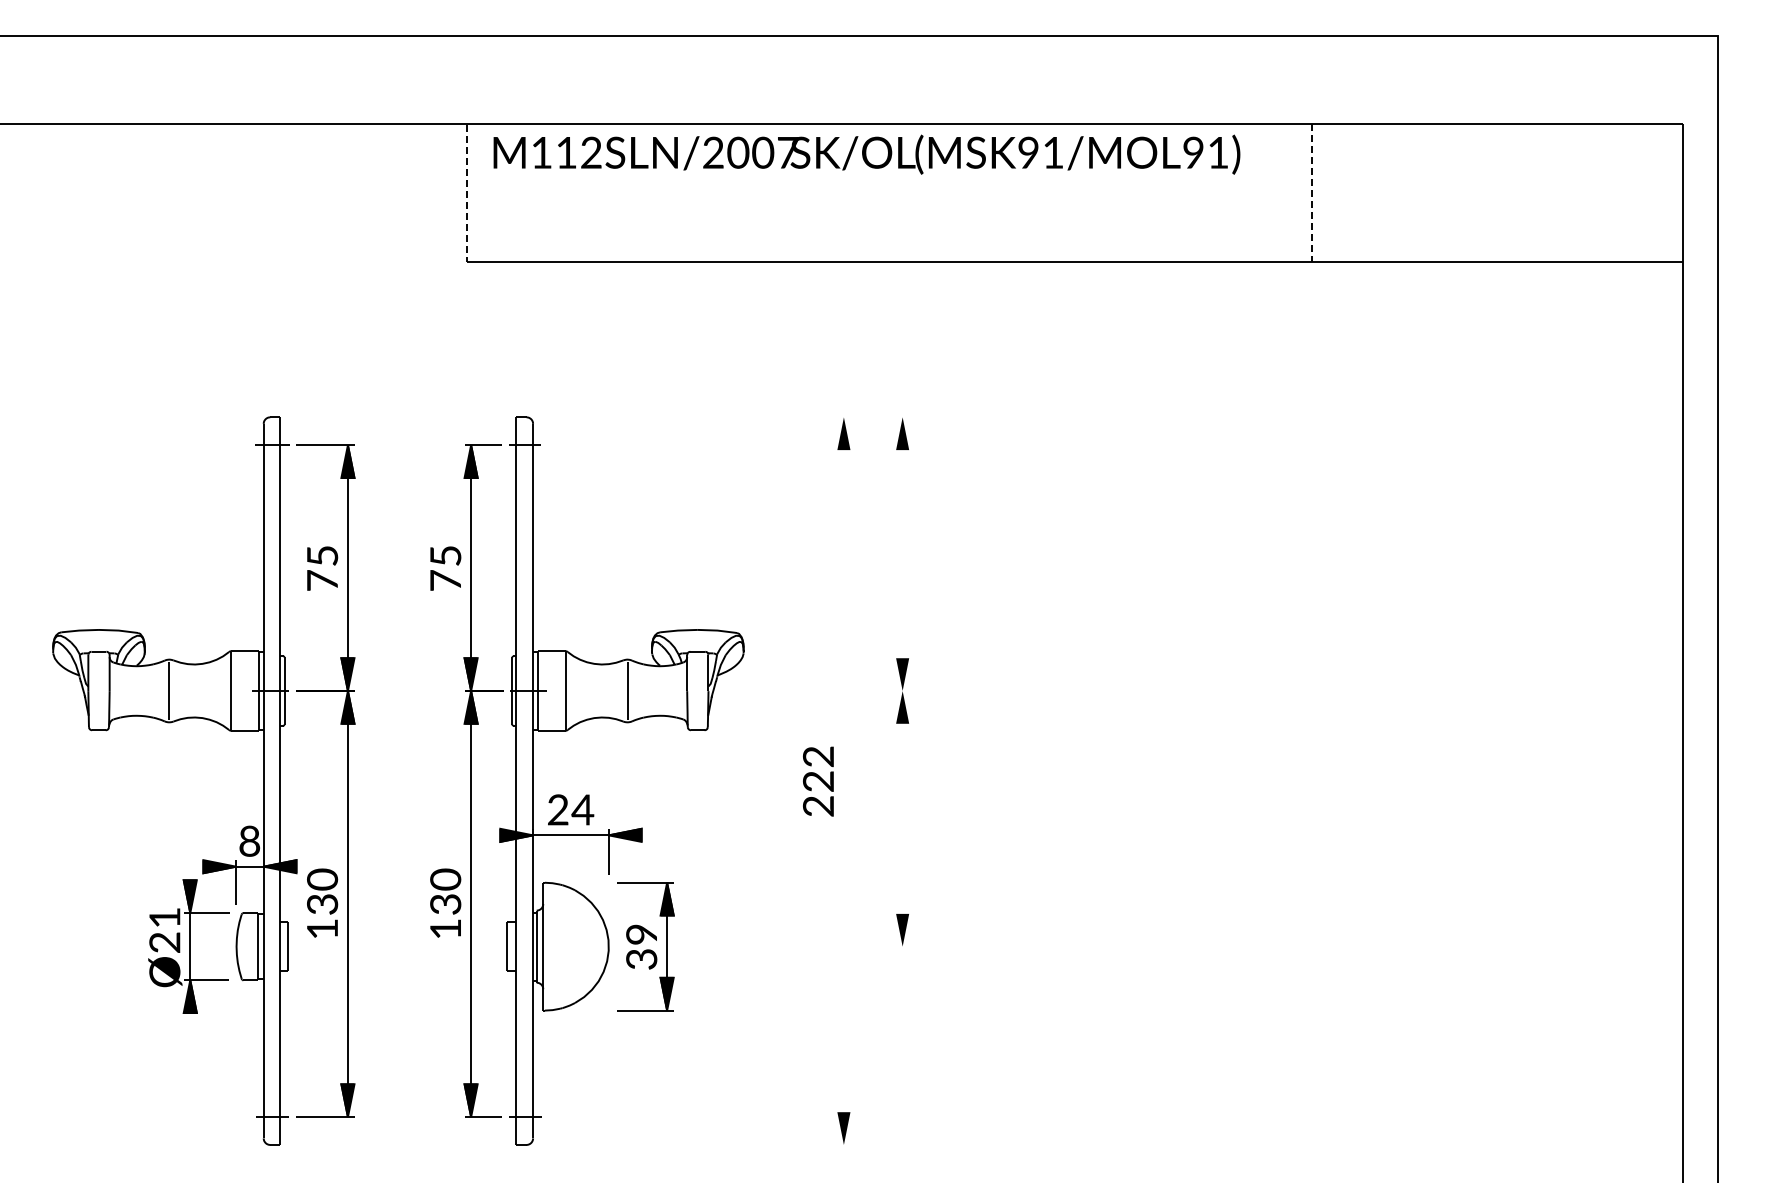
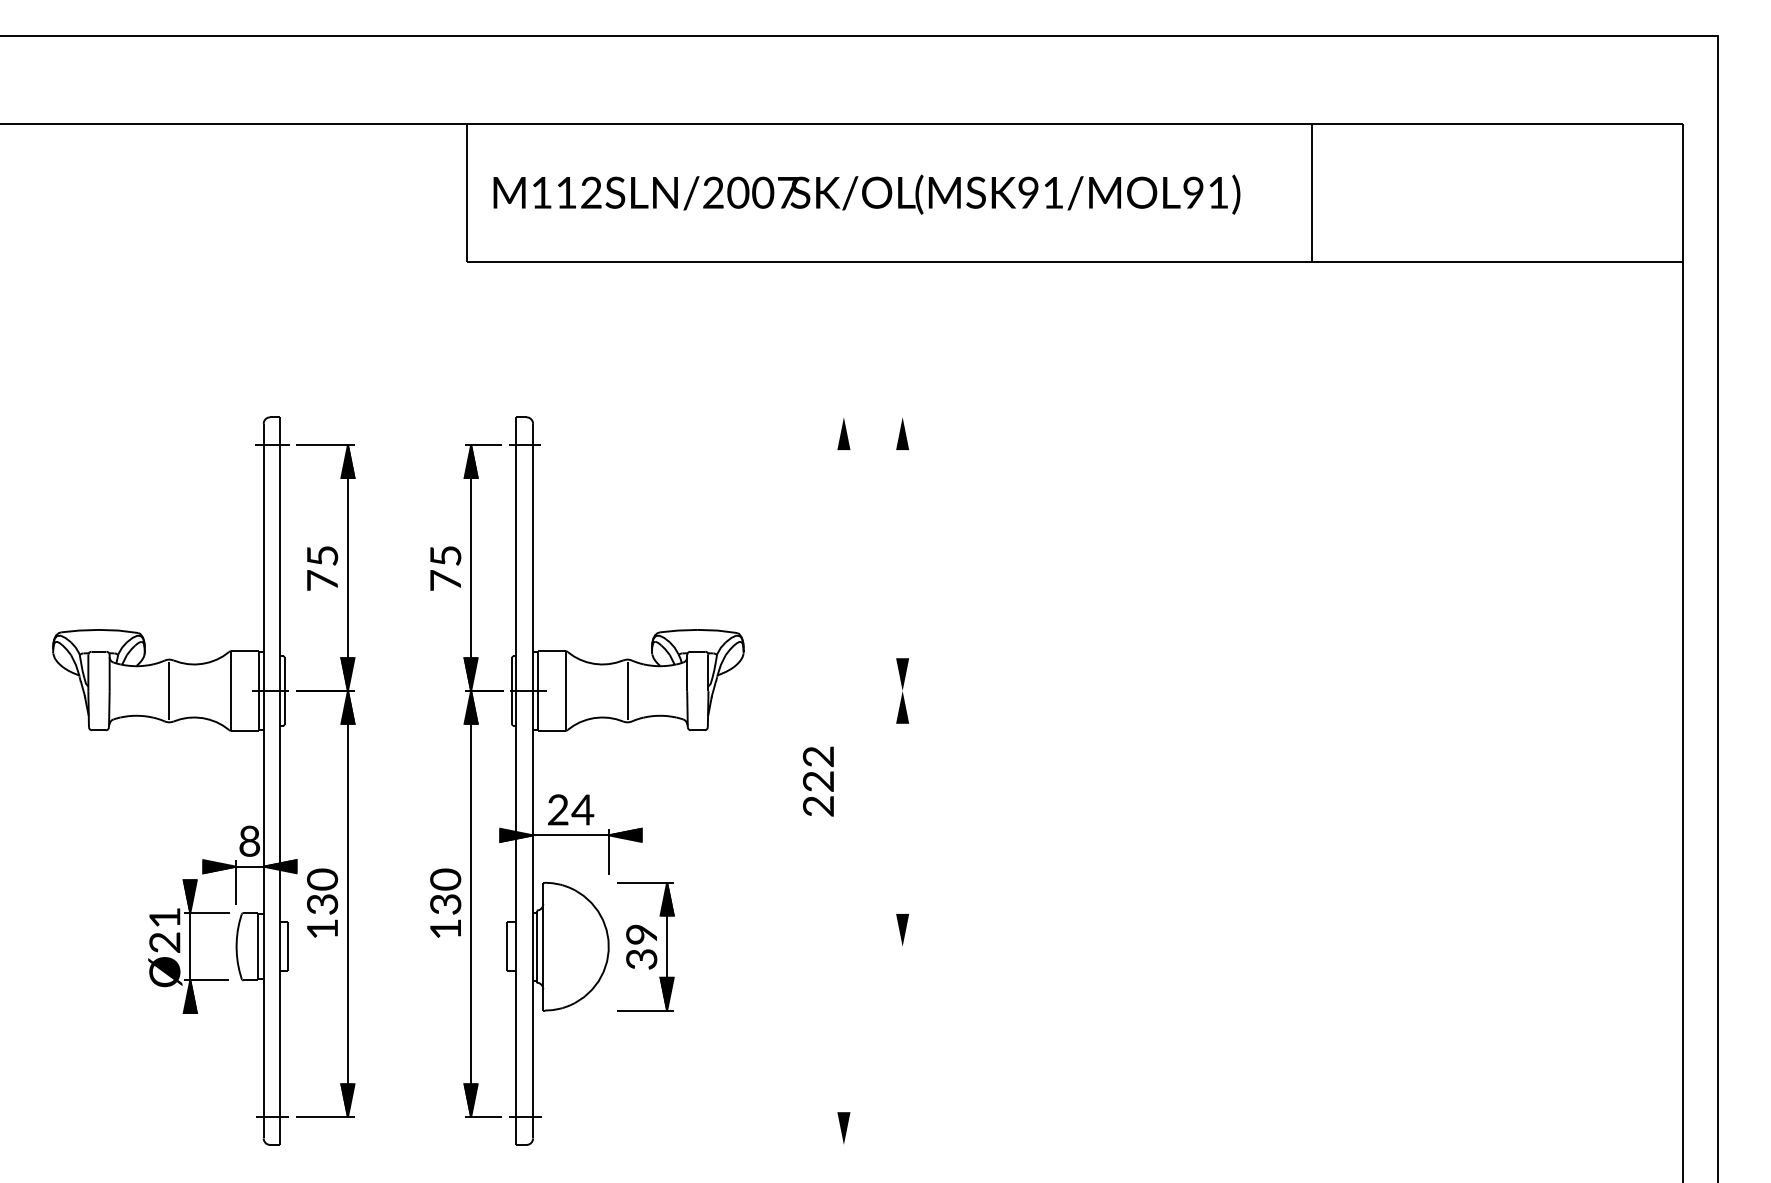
text at (866, 154) position: (866, 154) -> (866, 194)
line at (467, 193): dashed -> solid
line at (1311, 193): dashed -> solid
